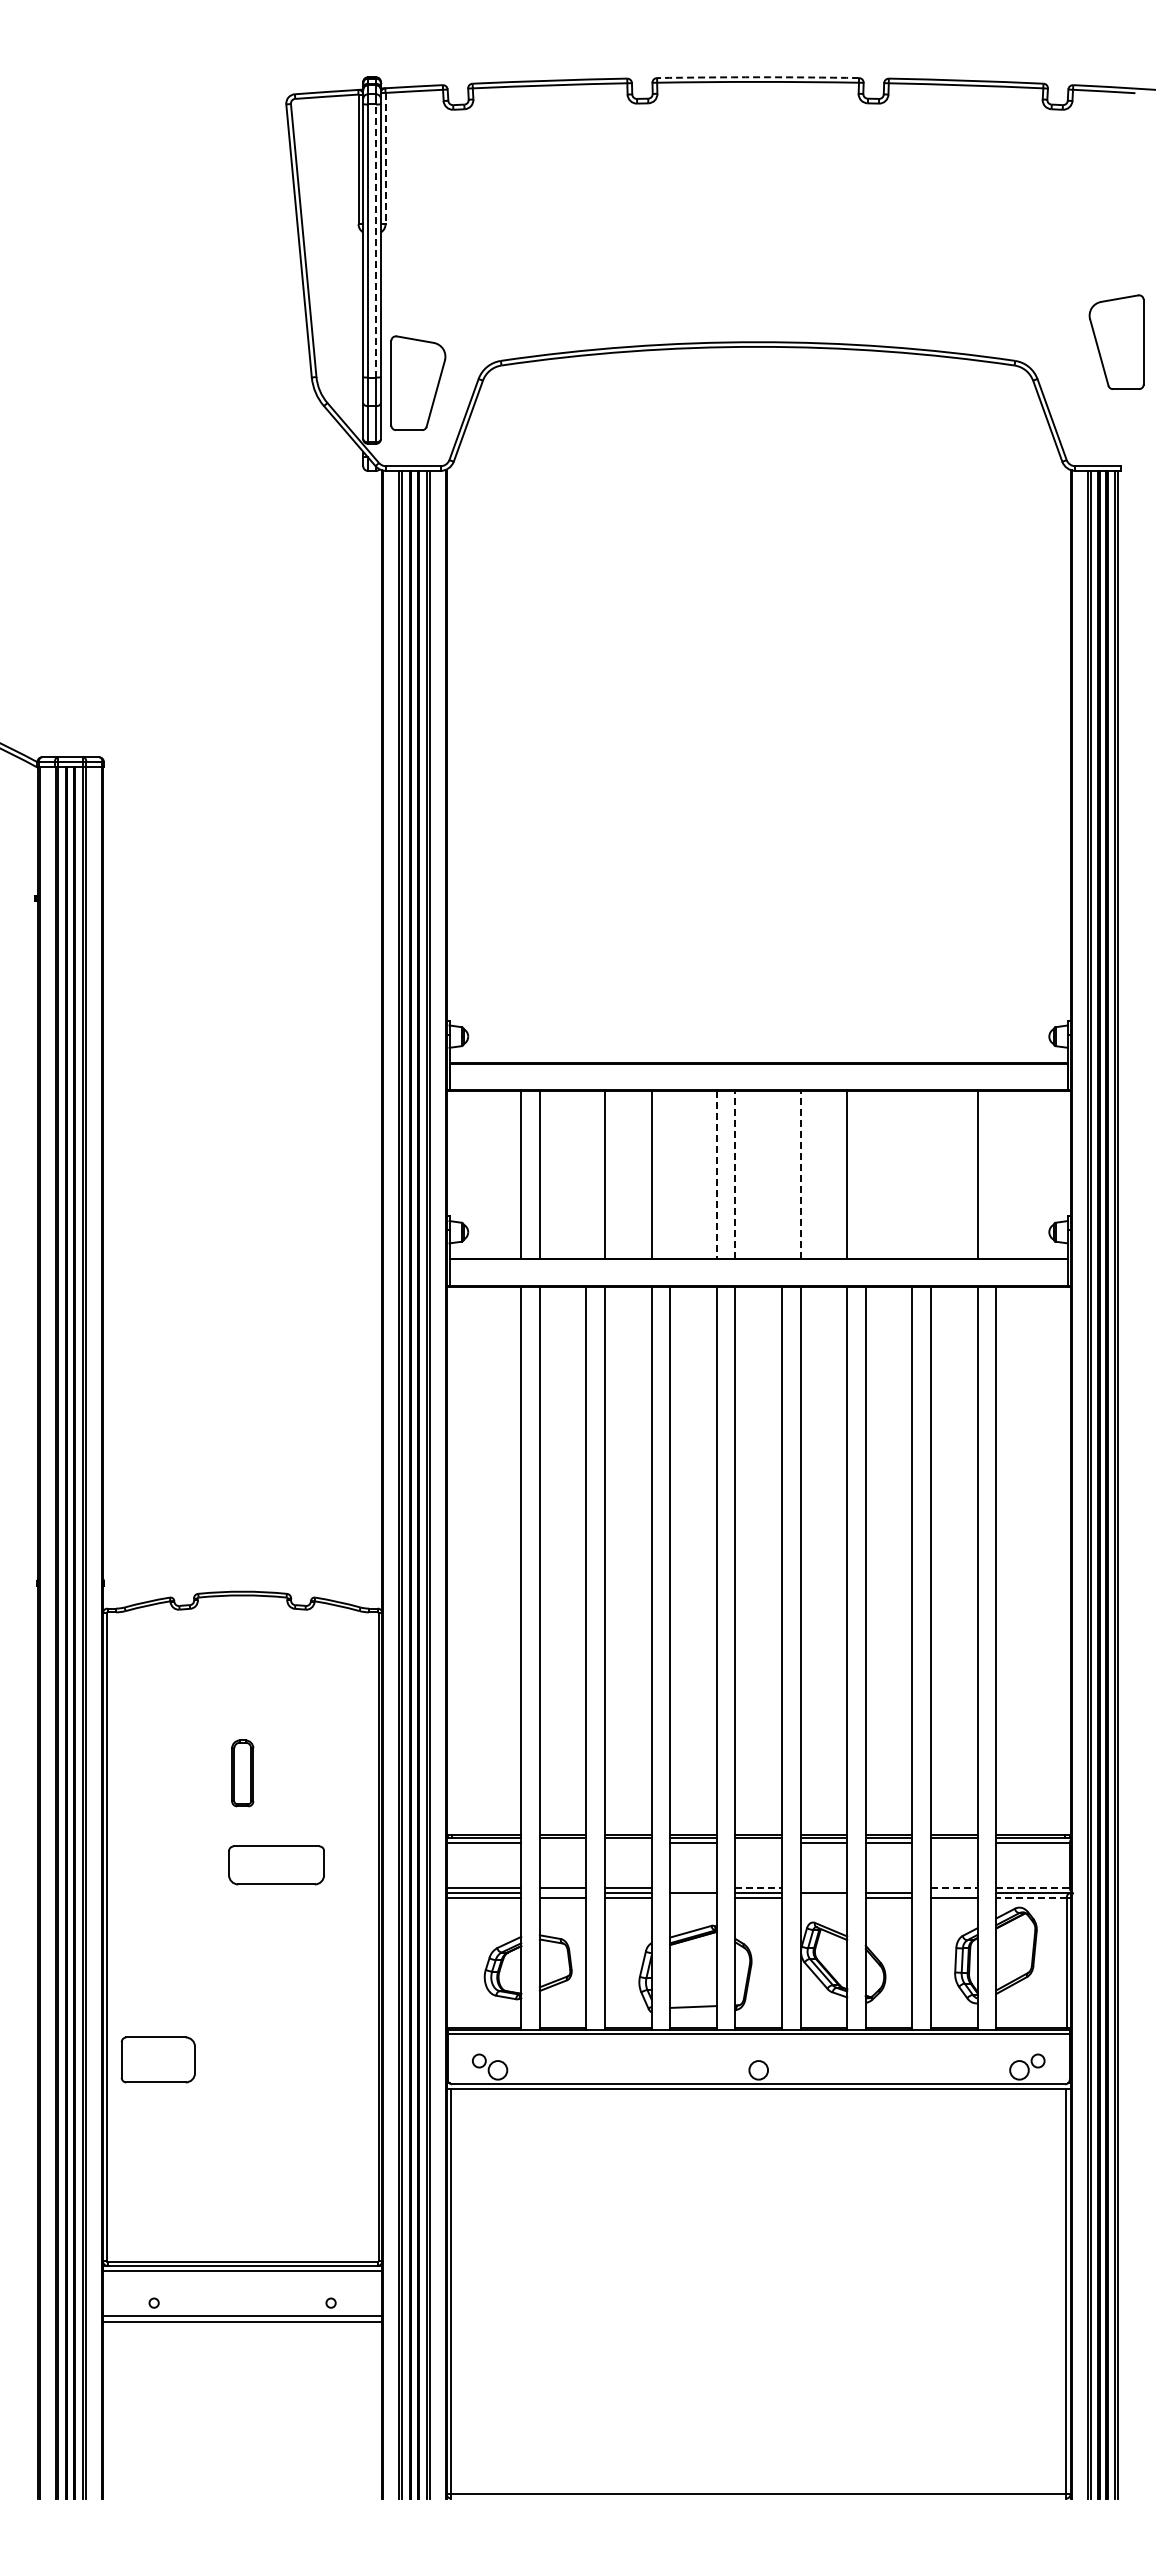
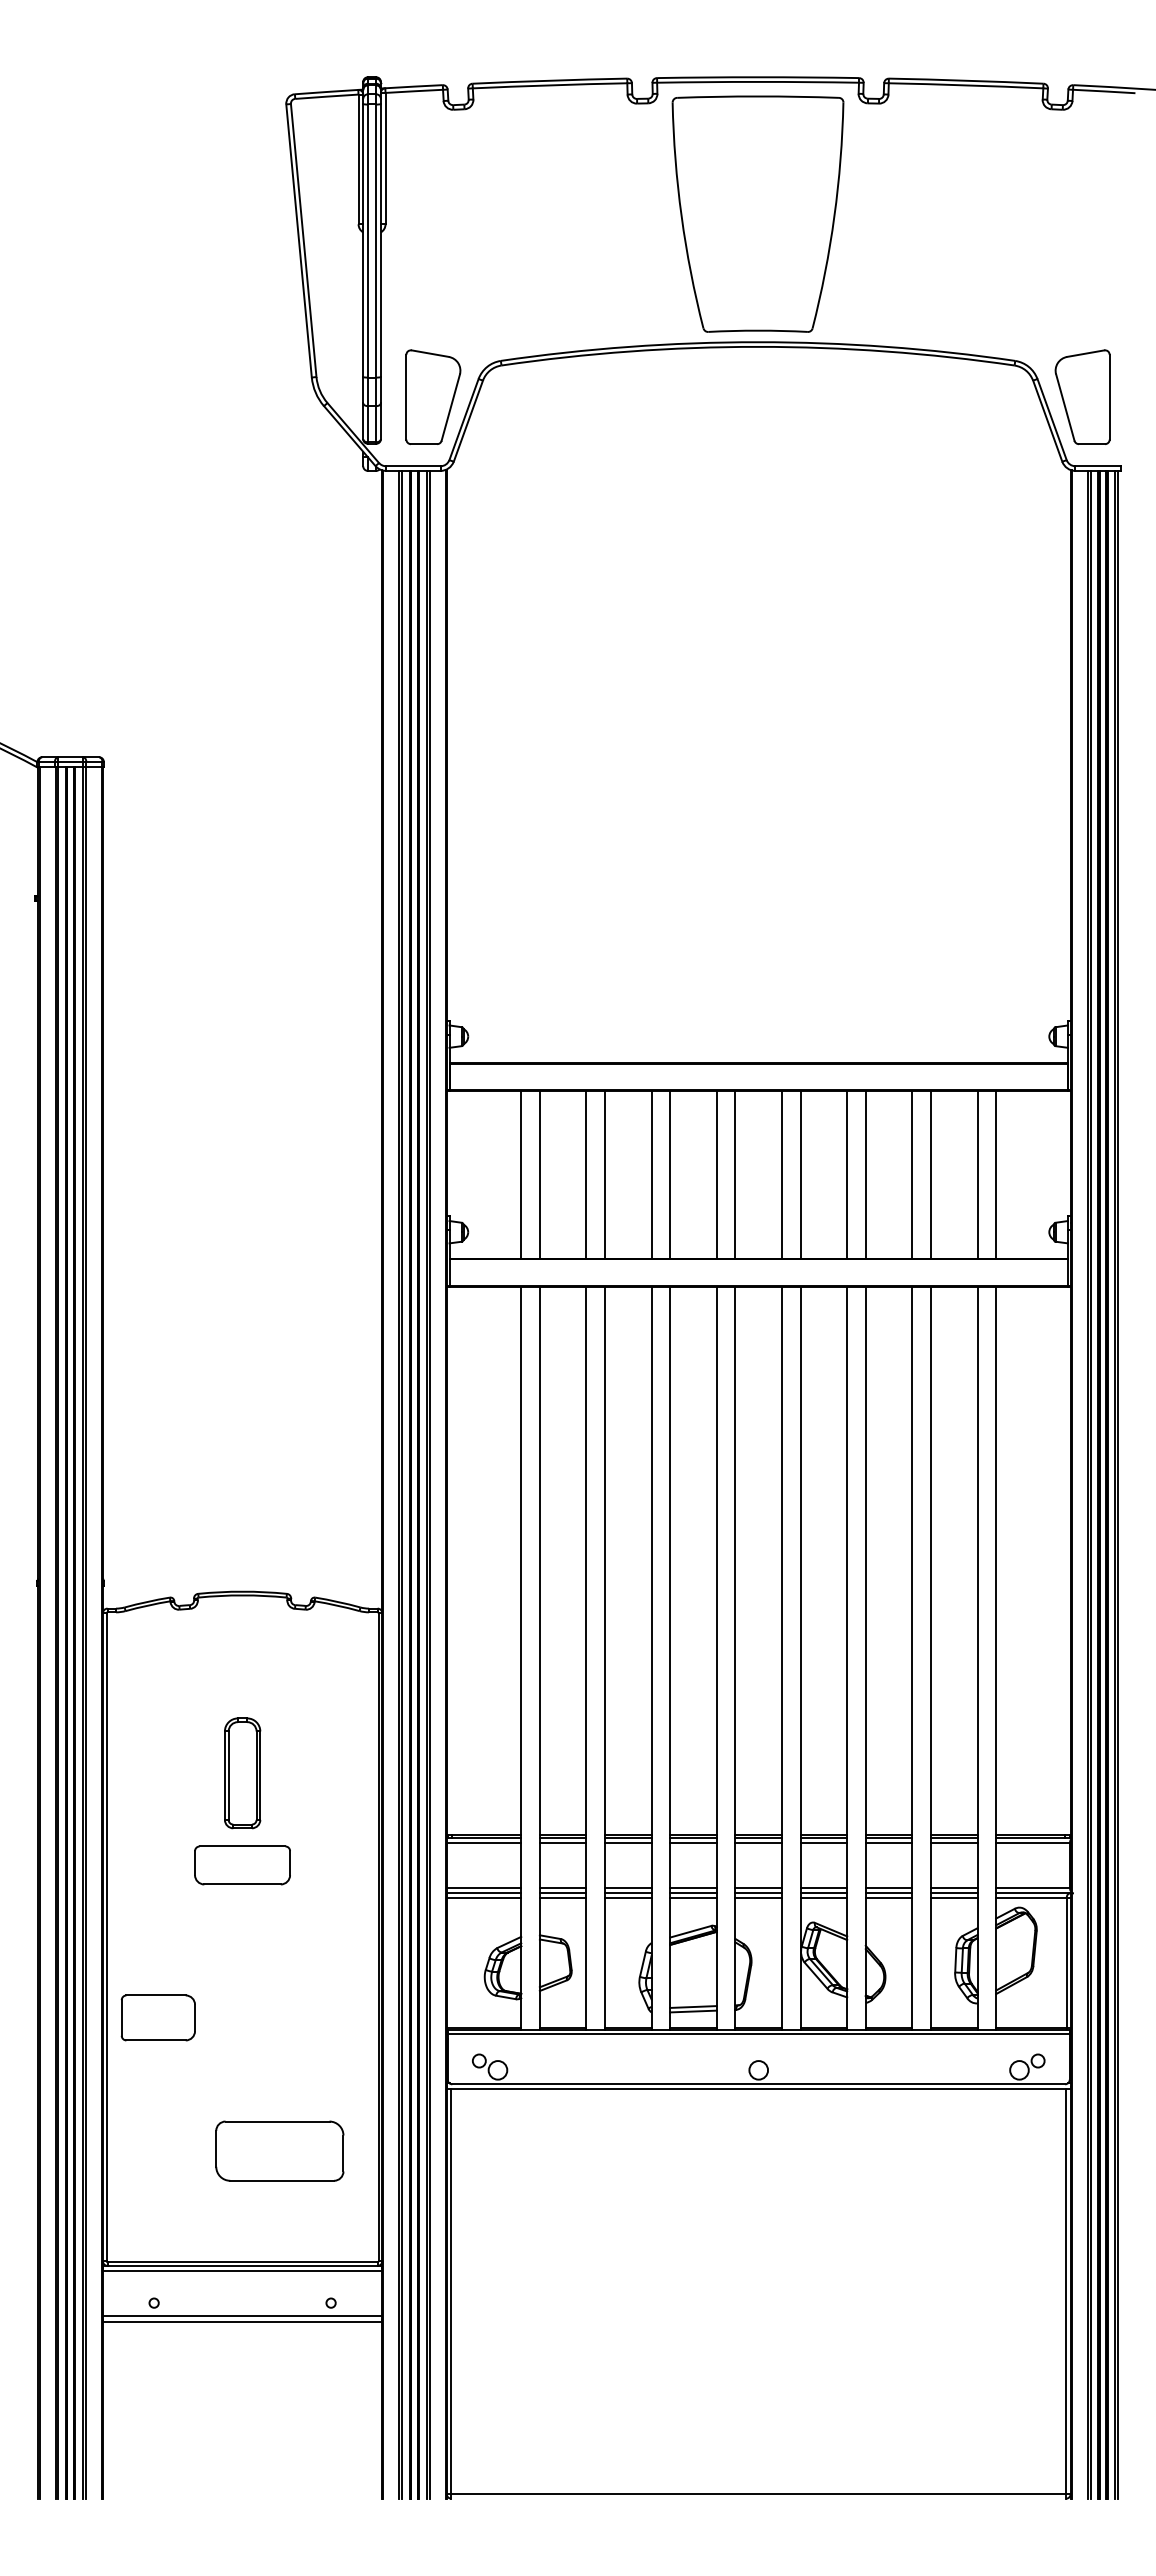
arc at (758, 77): dashed -> solid
line at (385, 158): dashed -> solid
part at (757, 213): none -> present
line at (376, 240): dashed -> solid
part at (1116, 341) position: (1116, 341) -> (1082, 396)
part at (418, 382) position: (418, 382) -> (433, 396)
line at (586, 1174): none -> present
line at (670, 1174): none -> present
line at (716, 1174): dashed -> solid
line at (735, 1174): dashed -> solid
line at (782, 1174): none -> present
line at (800, 1174): dashed -> solid
line at (865, 1174): none -> present
line at (912, 1174): none -> present
line at (931, 1174): none -> present
line at (996, 1174): none -> present
part at (242, 1773) size: 24x69 px -> 38x113 px
line at (562, 1843): none -> present
line at (628, 1843): none -> present
line at (758, 1843): none -> present
line at (954, 1843): none -> present
part at (276, 1865) position: (276, 1865) -> (242, 1865)
line at (693, 1887): none -> present
line at (759, 1887): dashed -> solid
line at (823, 1887): none -> present
line at (888, 1887): none -> present
line at (954, 1887): dashed -> solid
line at (1033, 1887): dashed -> solid
line at (562, 1893): none -> present
line at (954, 1893): none -> present
line at (693, 1898): none -> present
line at (823, 1898): none -> present
line at (1030, 1898): dashed -> solid
line at (693, 2011): none -> present
part at (157, 2059) position: (157, 2059) -> (157, 2017)
part at (279, 2150): none -> present
